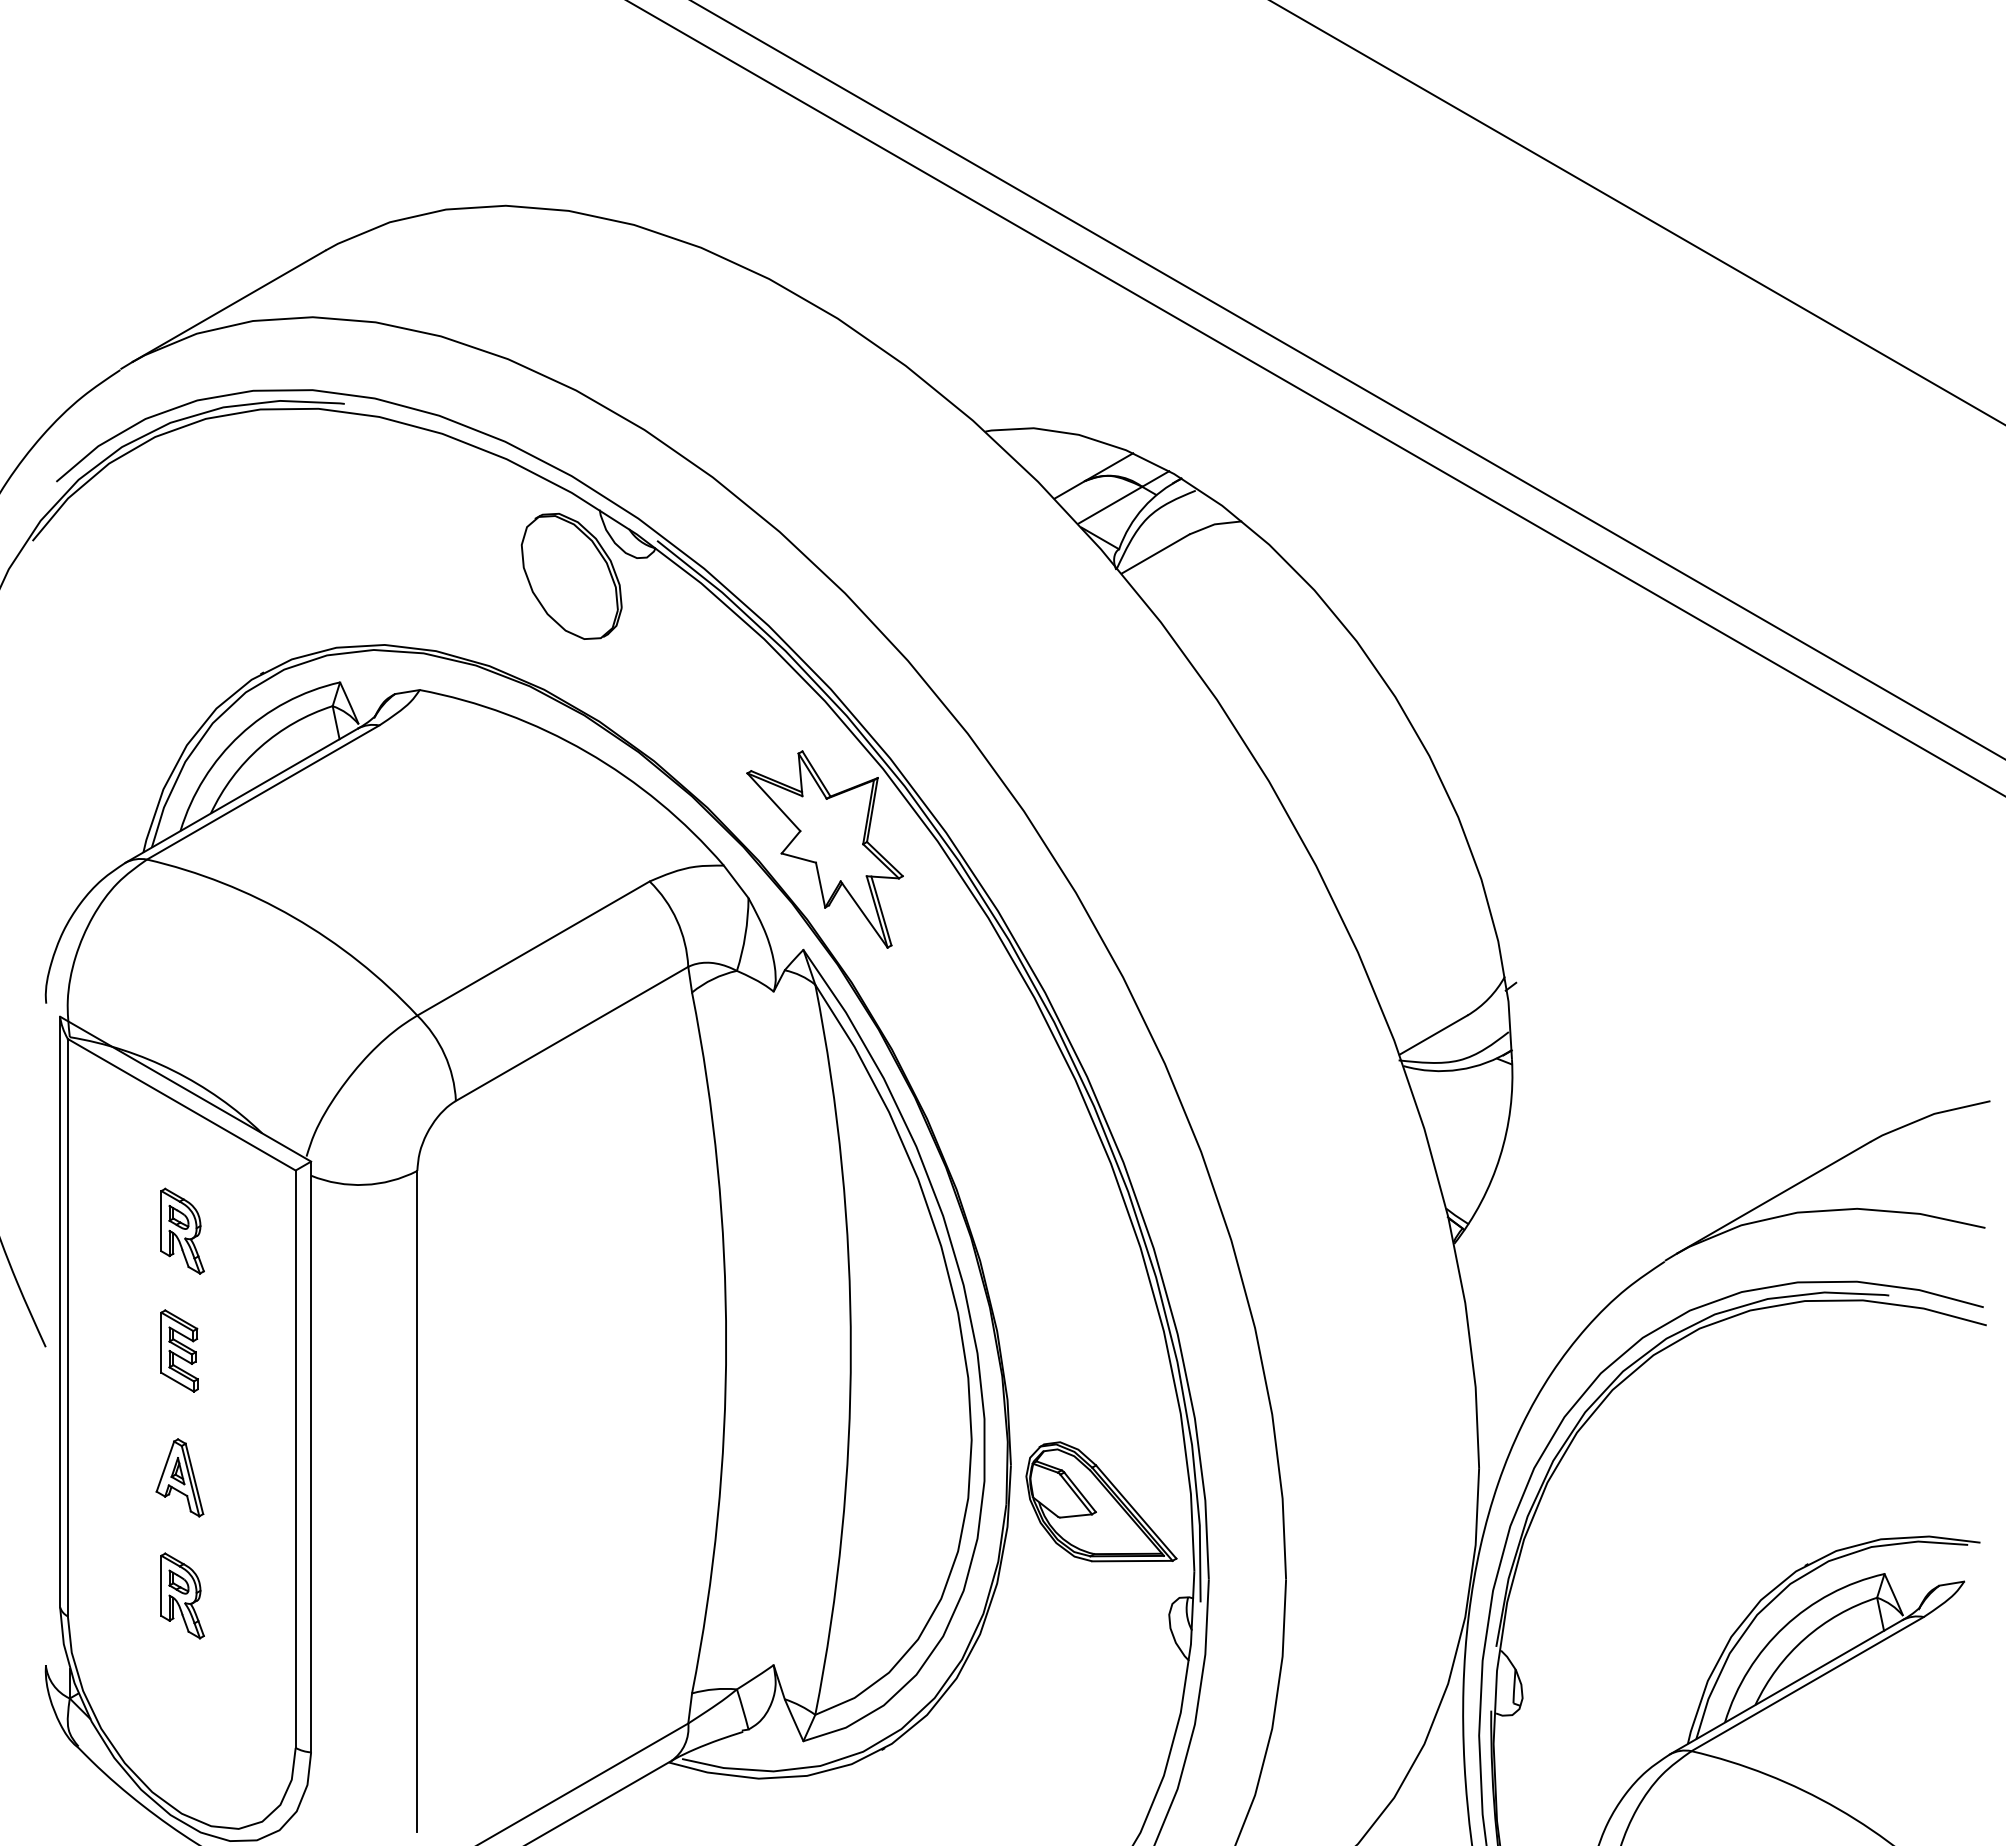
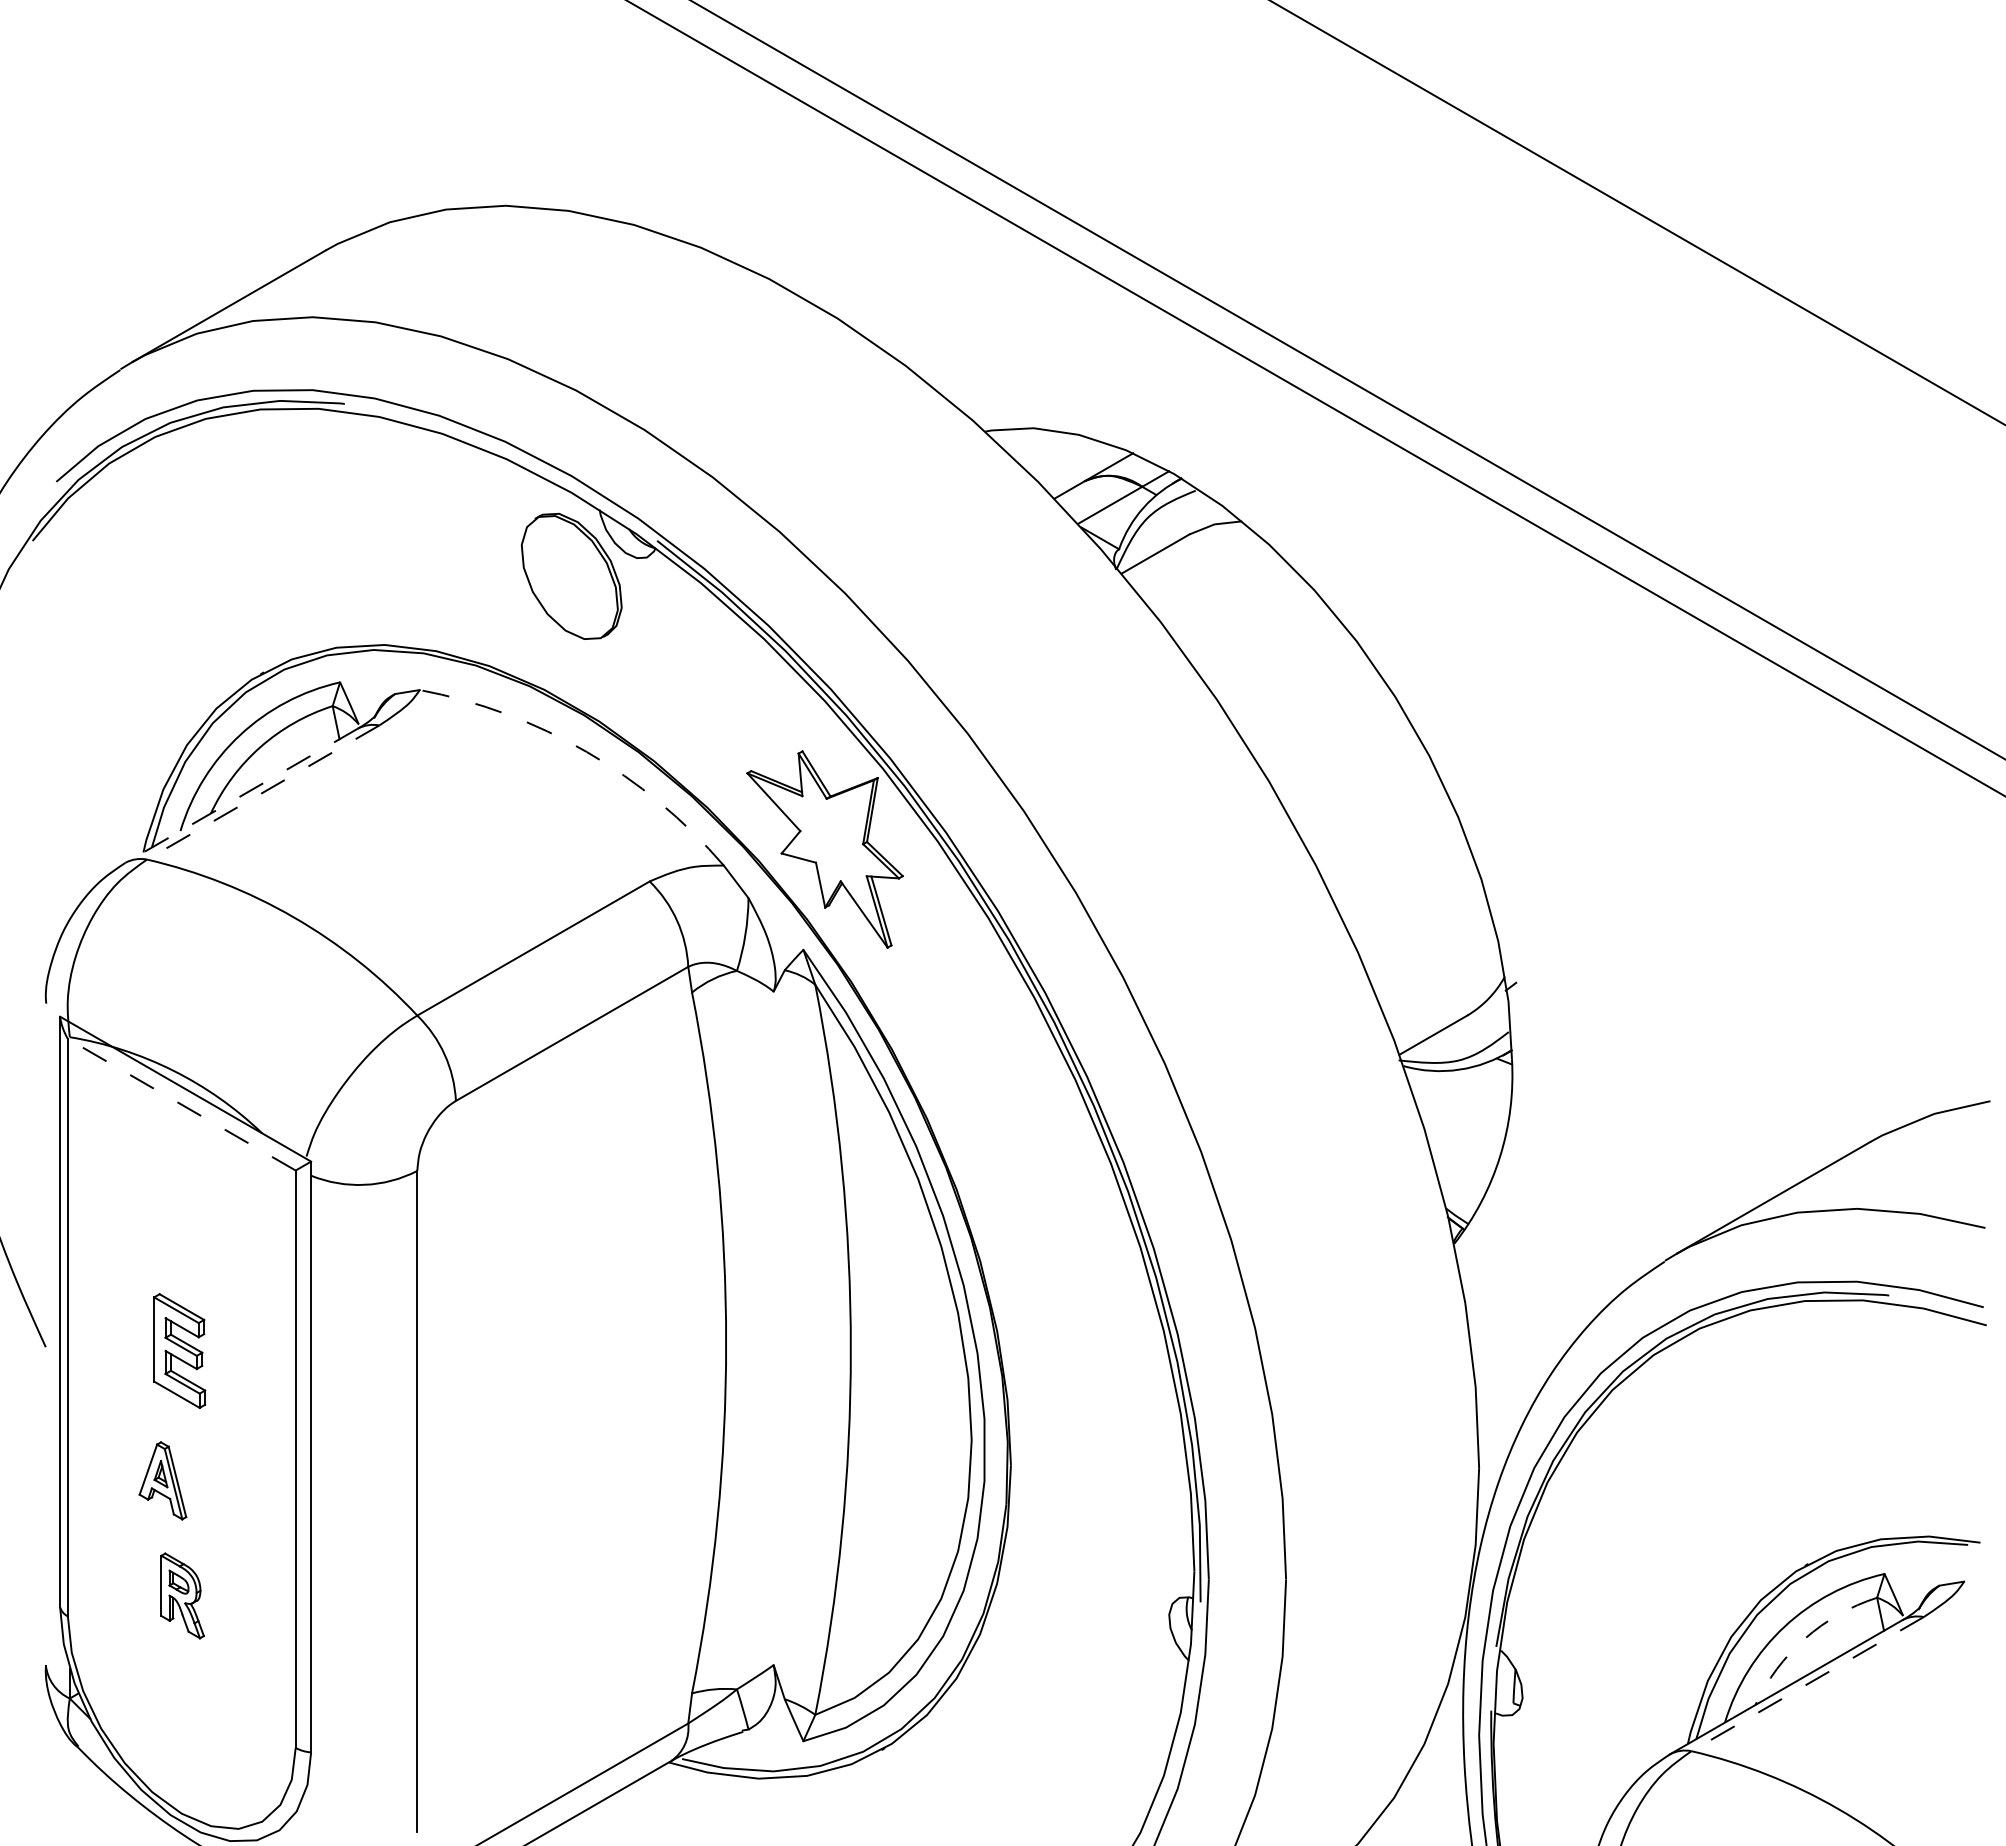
arc at (586, 751): solid -> dashed
line at (262, 792): solid -> dashed
line at (241, 796): solid -> dashed
line at (181, 1104): solid -> dashed
part at (182, 1230): present -> none
part at (179, 1350) size: 39x84 px -> 54x116 px
part at (179, 1477) position: (179, 1477) -> (162, 1480)
part at (1101, 1501): present -> none
arc at (1805, 1638): solid -> dashed
line at (1807, 1684): solid -> dashed
